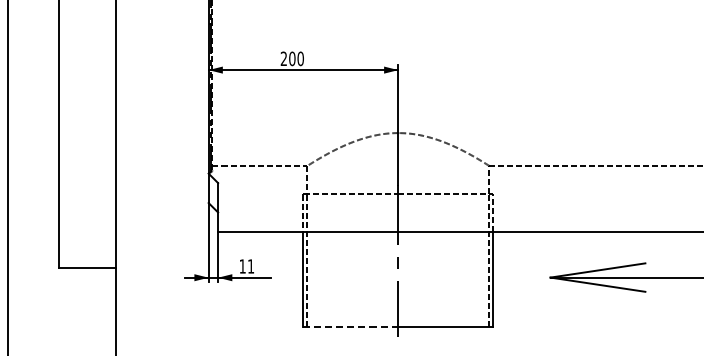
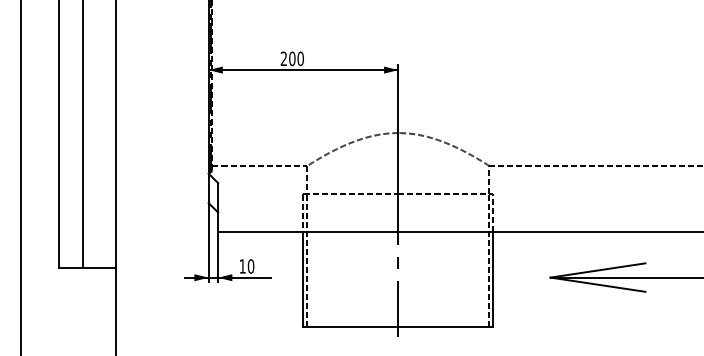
line at (82, 135): none -> present
line at (8, 177) position: (8, 177) -> (21, 177)
text at (250, 266): 11 -> 10
line at (351, 327): dashed -> solid
